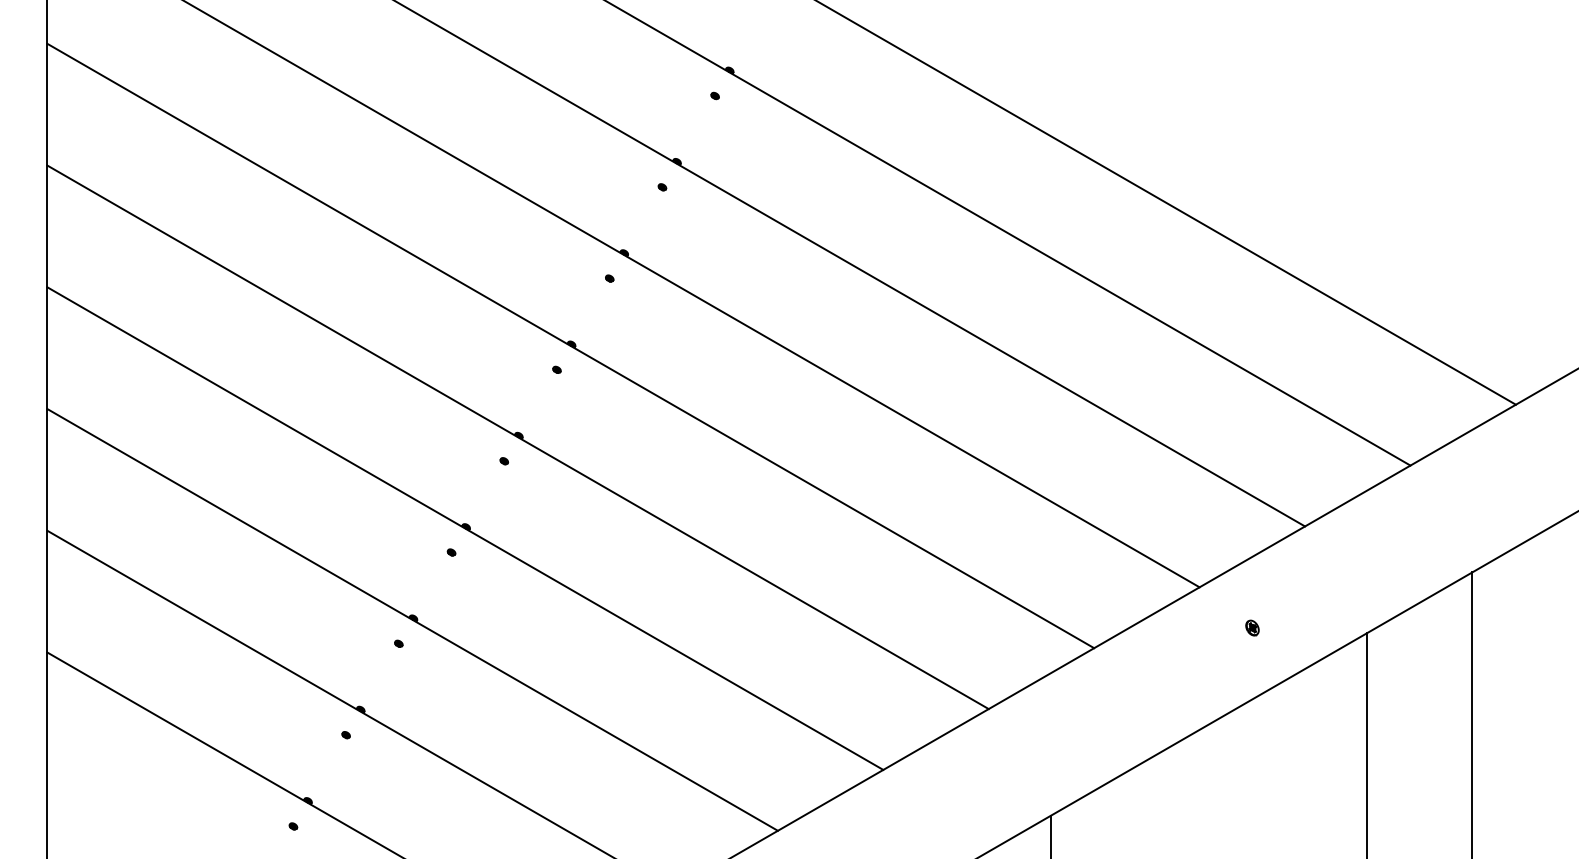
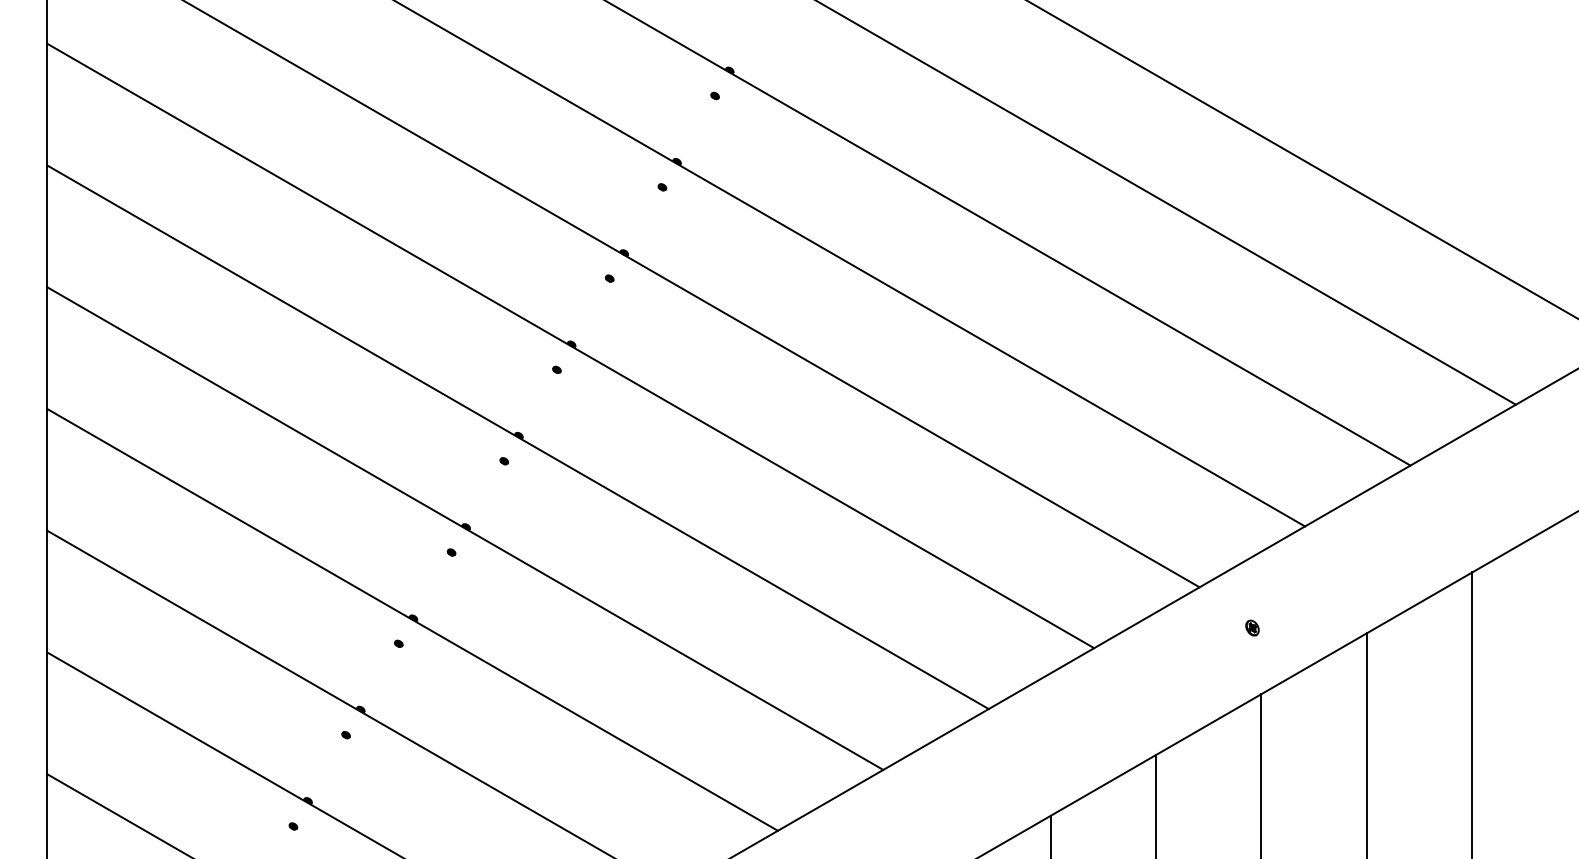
line at (1302, 159): none -> present
line at (1261, 774): none -> present
line at (1155, 805): none -> present
line at (117, 814): none -> present
